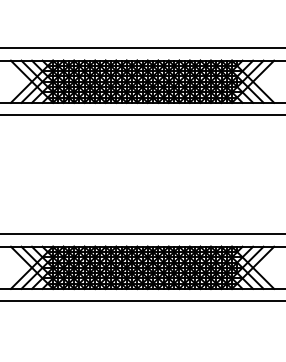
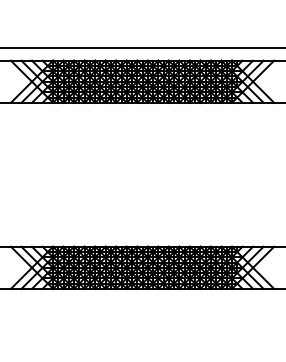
line at (142, 115): present -> none
line at (142, 234): present -> none
line at (142, 301): present -> none
